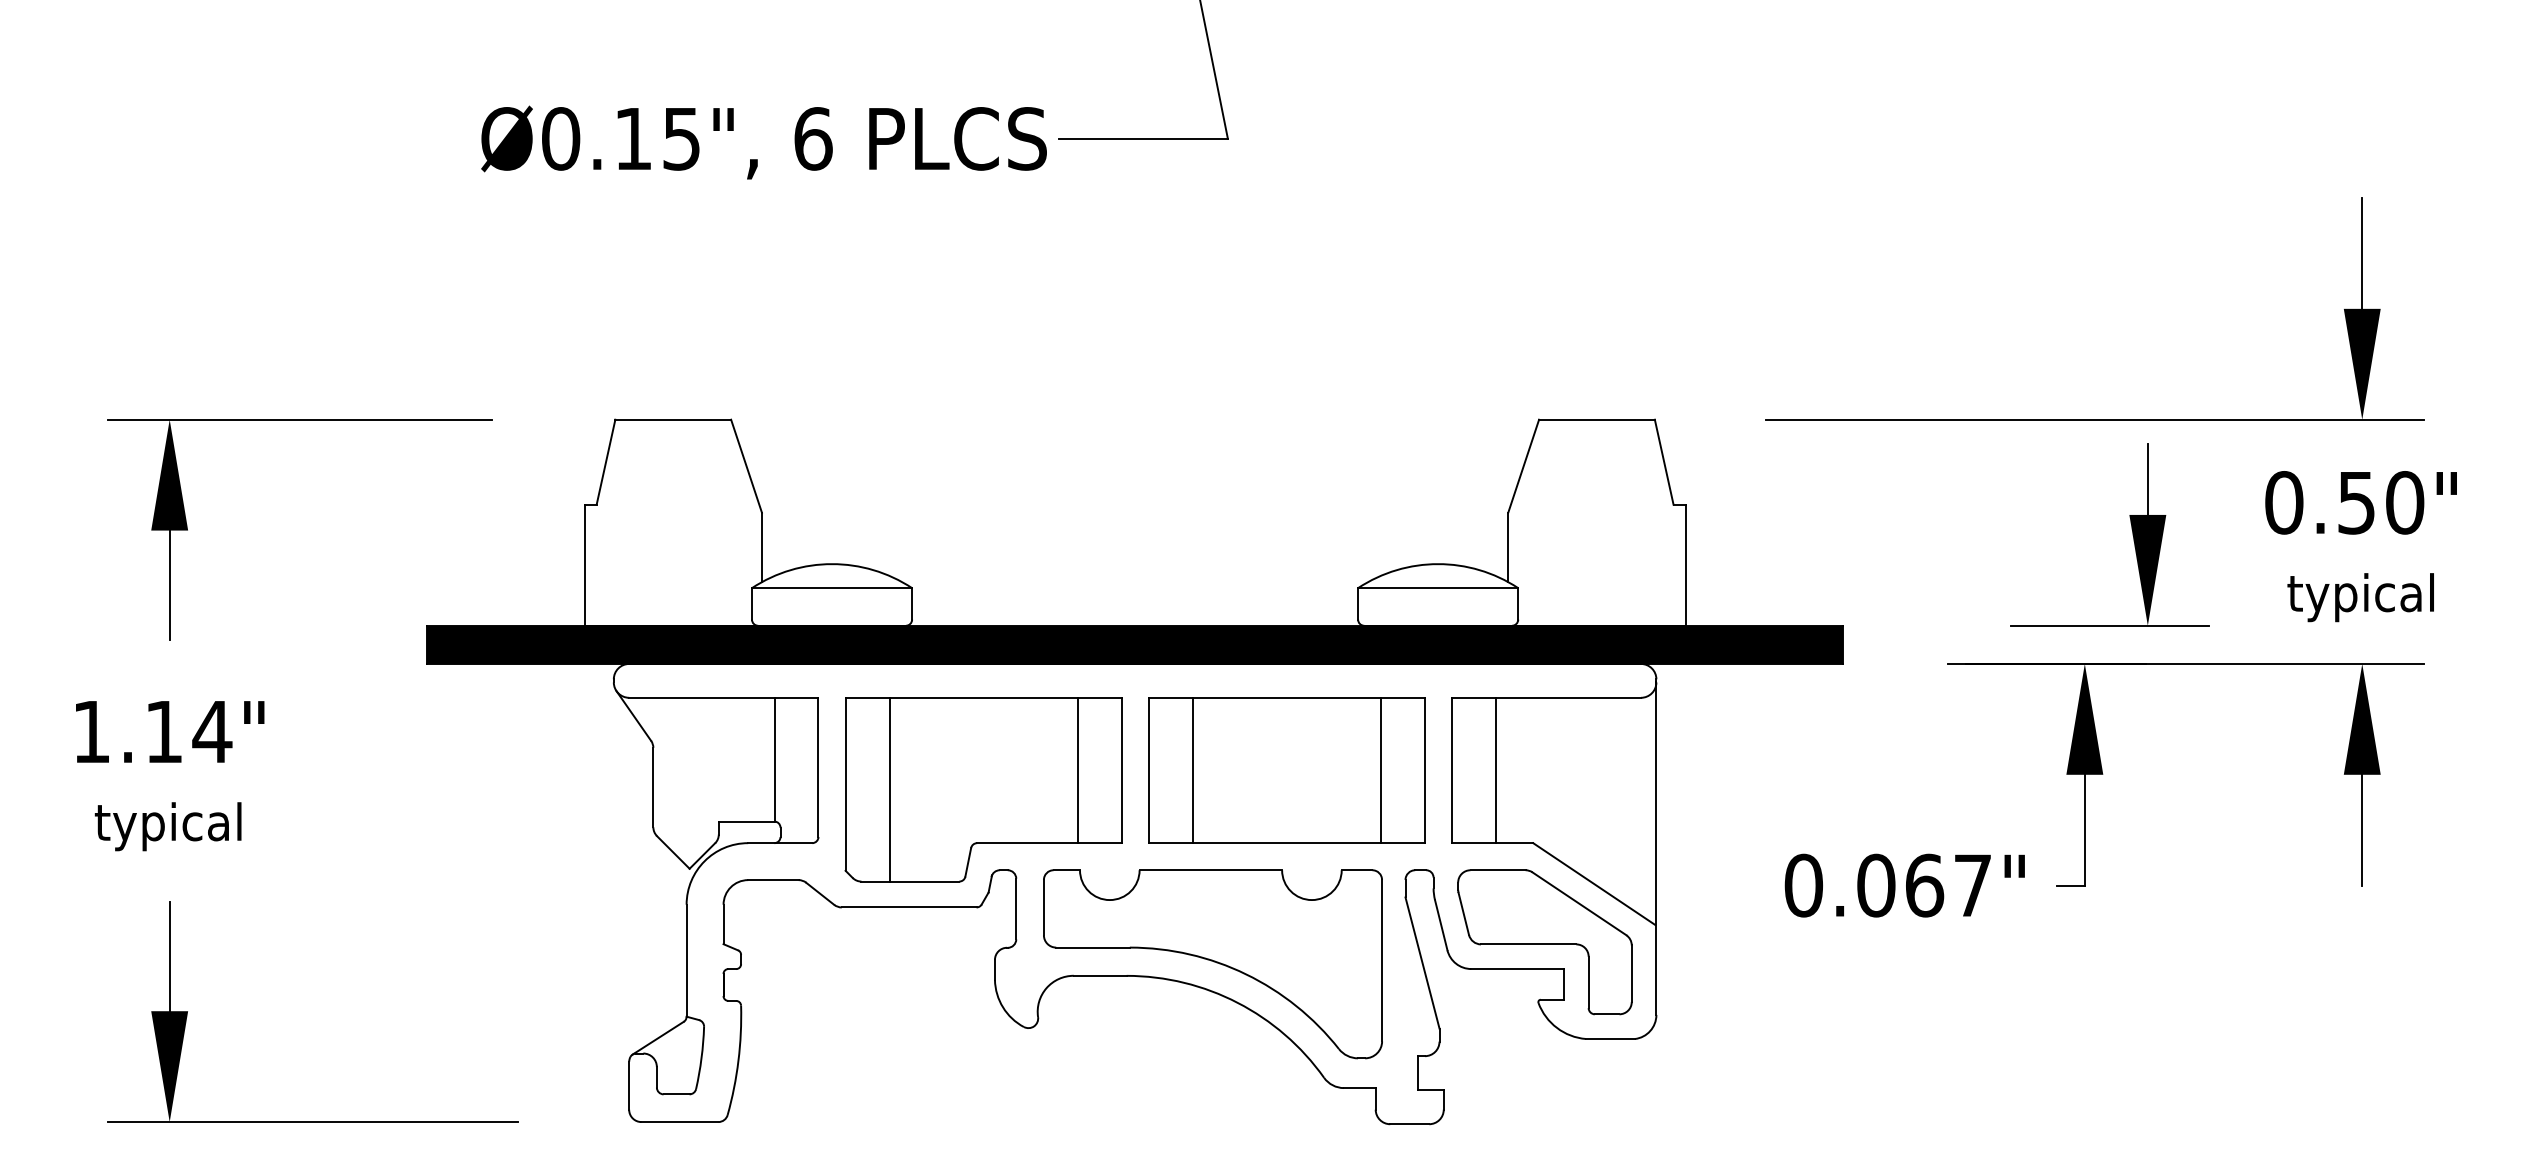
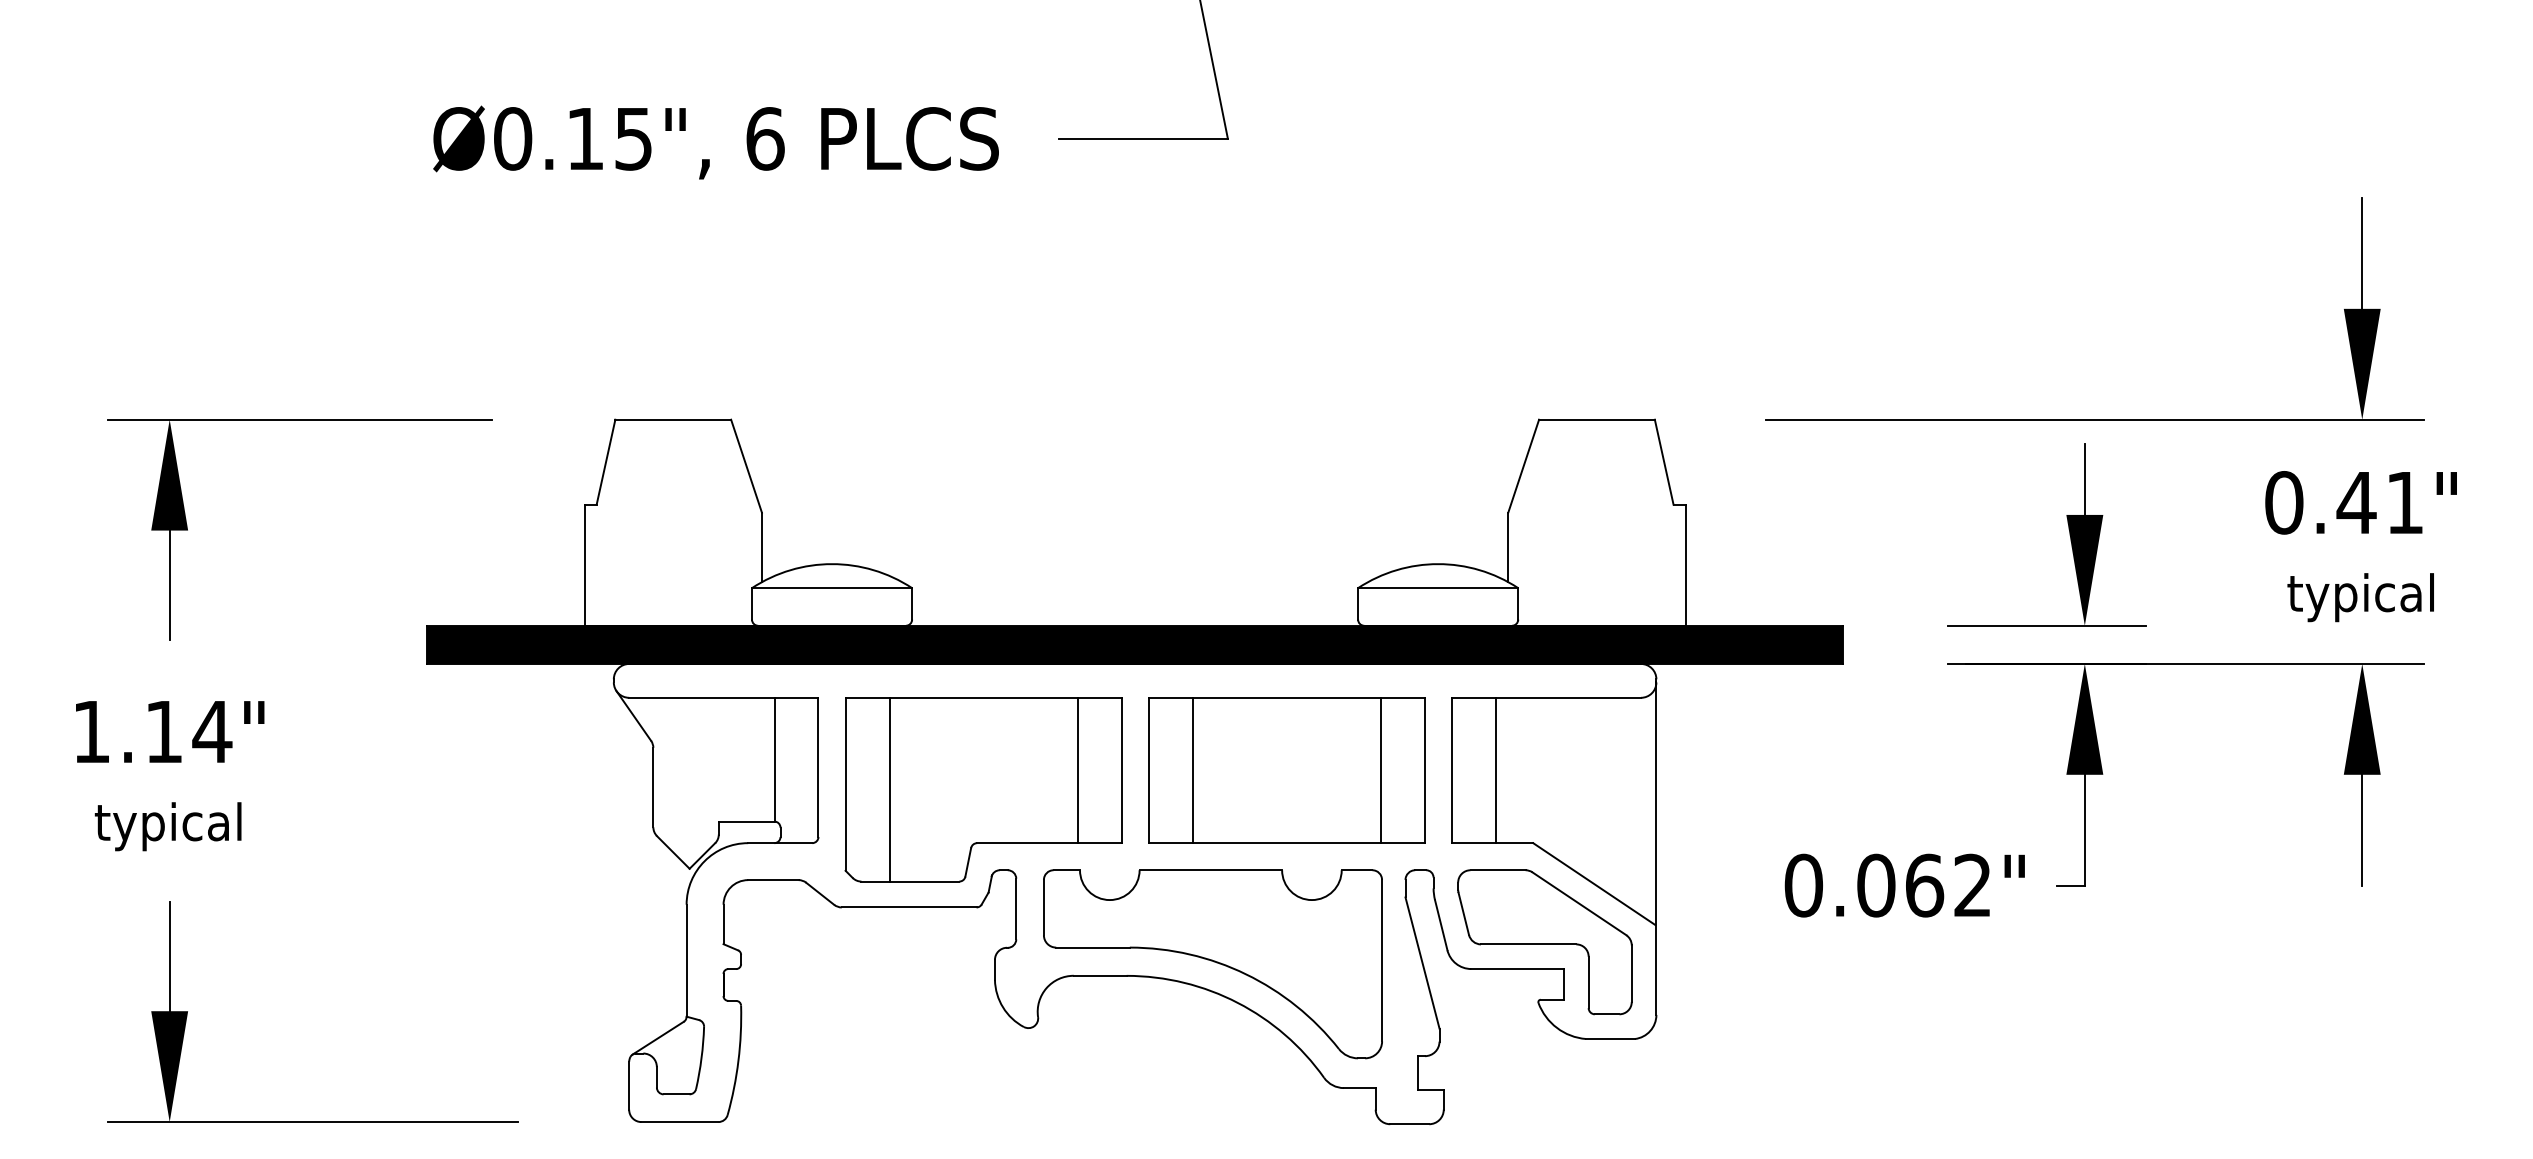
text at (763, 142) position: (763, 142) -> (715, 142)
text at (2380, 502): 0.50" -> 0.41"
part at (2131, 529) position: (2131, 529) -> (2068, 529)
text at (1972, 884): 0.067" -> 0.062"
